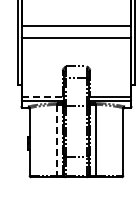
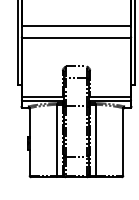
line at (43, 96): dashed -> solid
line at (57, 140): dashed -> solid
